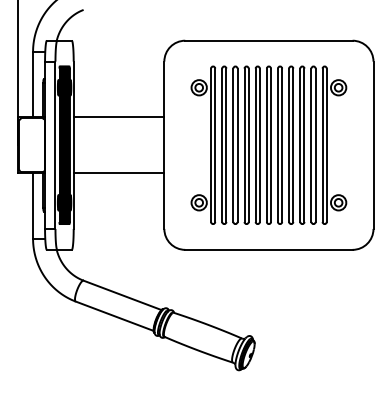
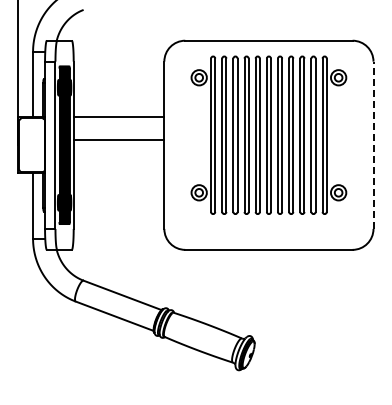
part at (268, 144) position: (268, 144) -> (268, 134)
line at (373, 145): solid -> dashed
line at (118, 173) position: (118, 173) -> (118, 140)
